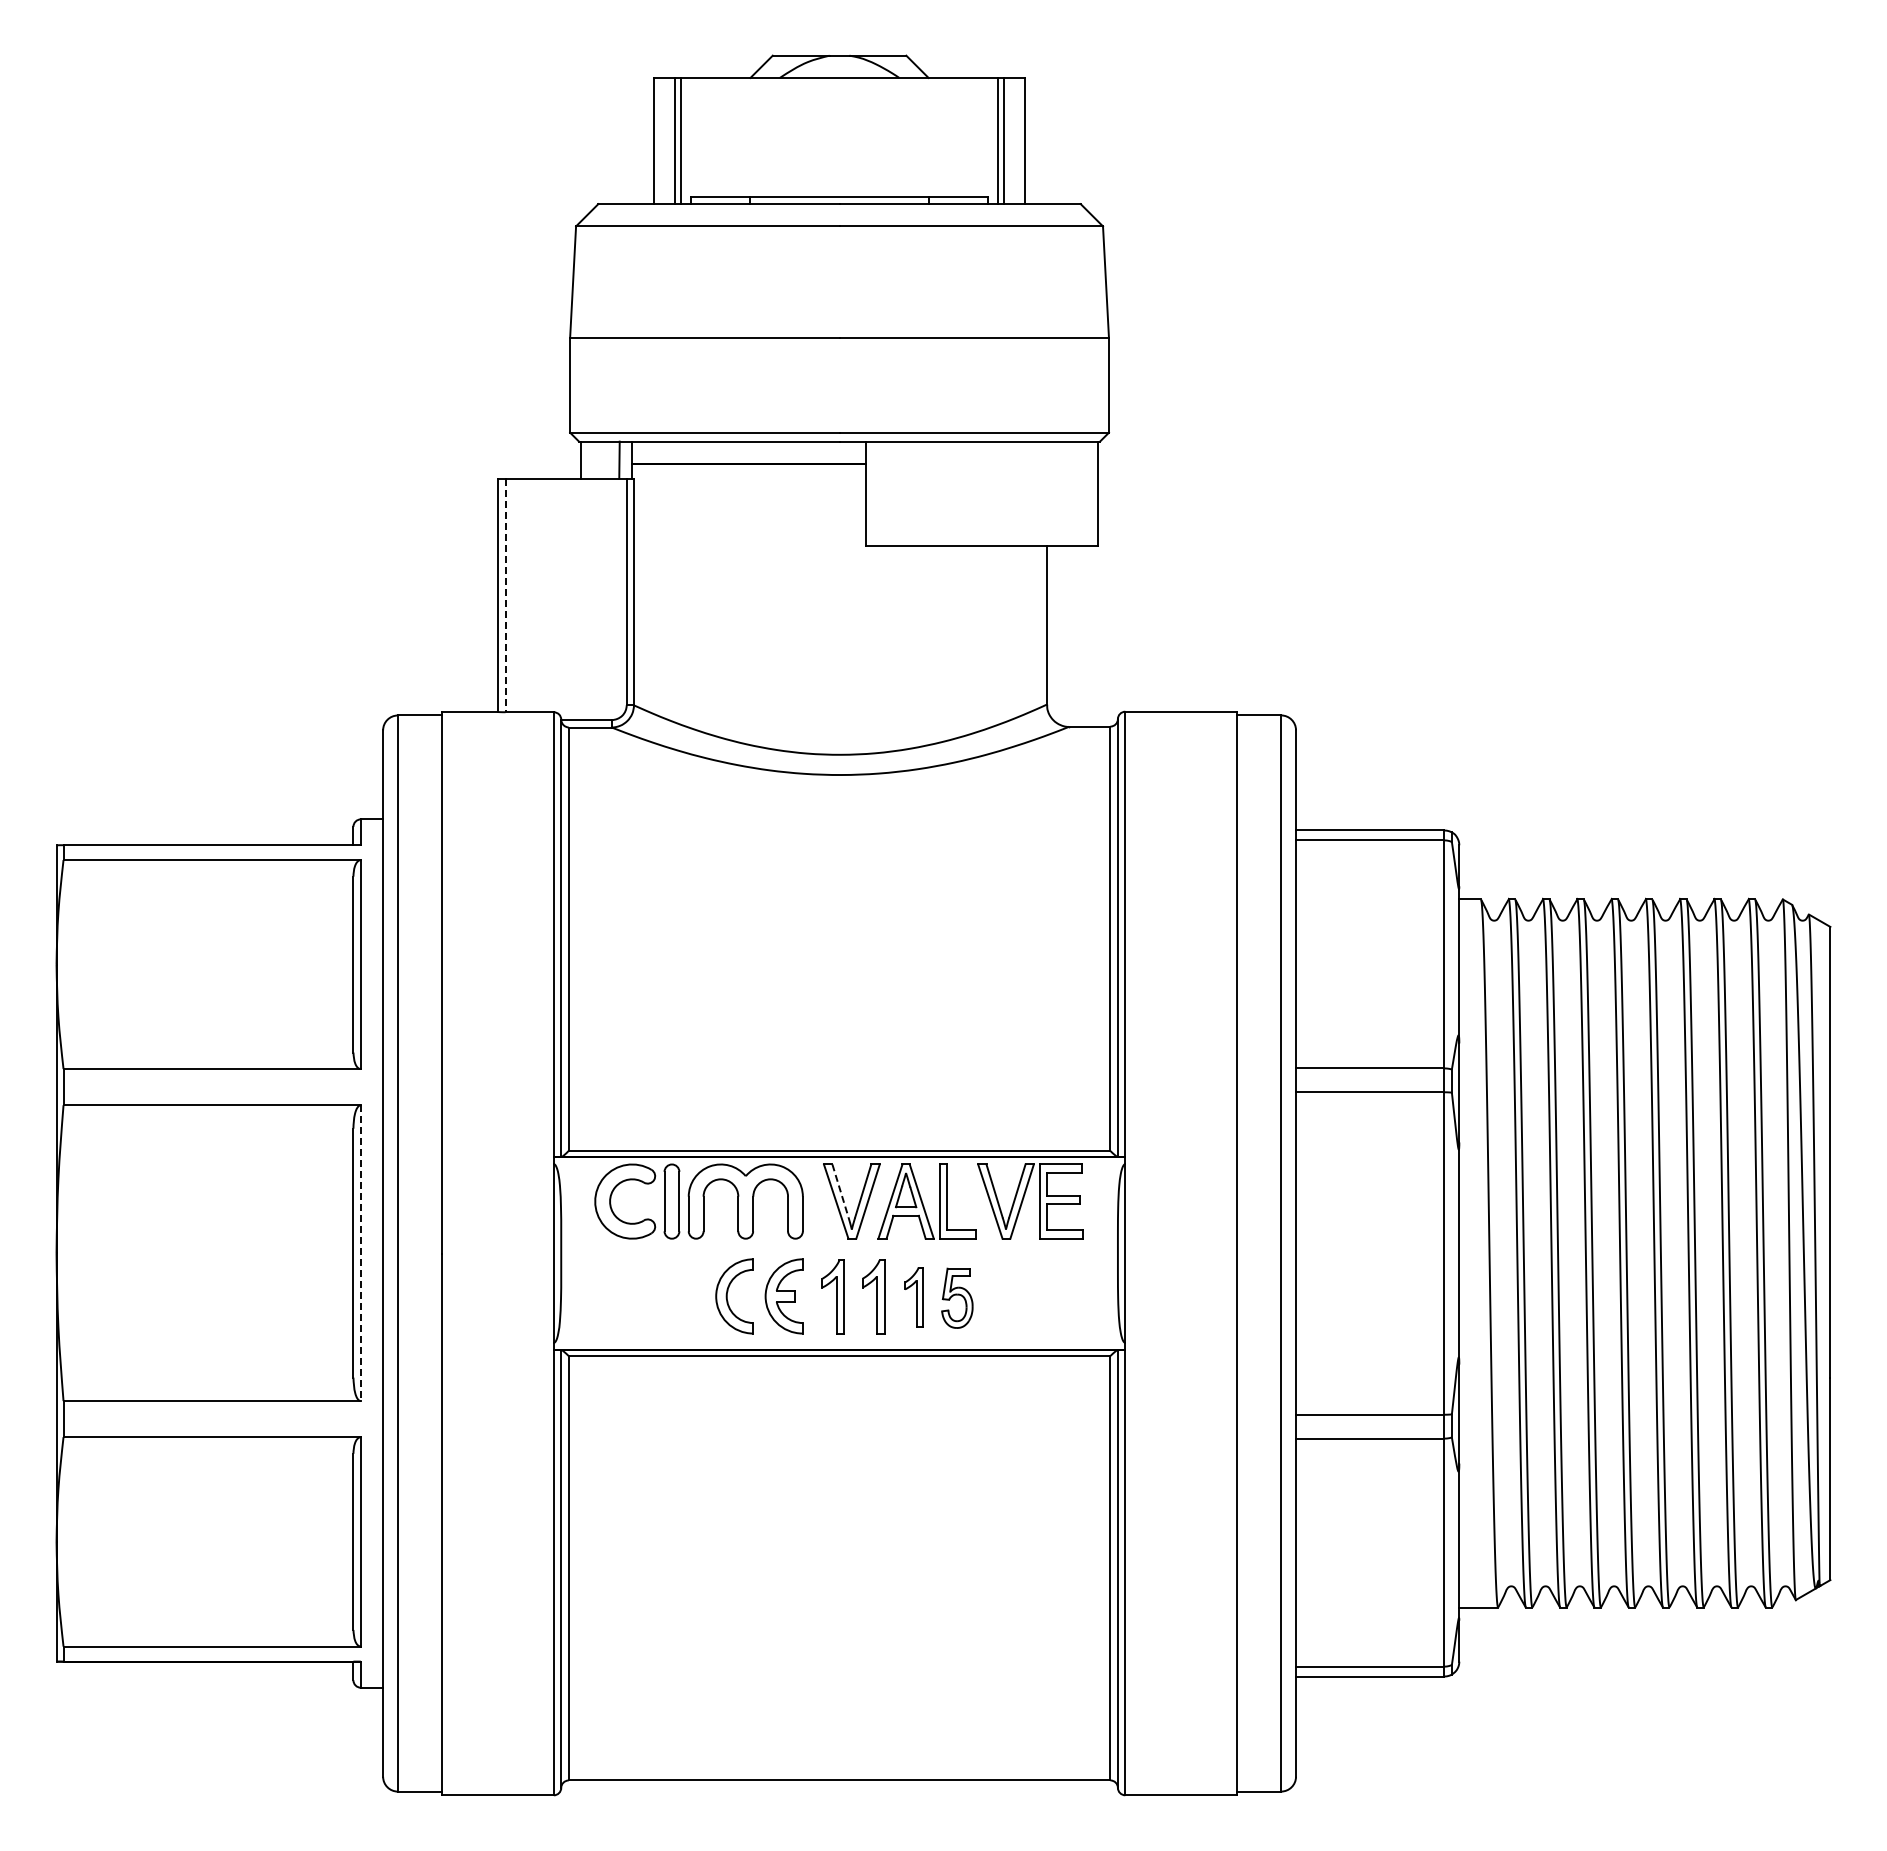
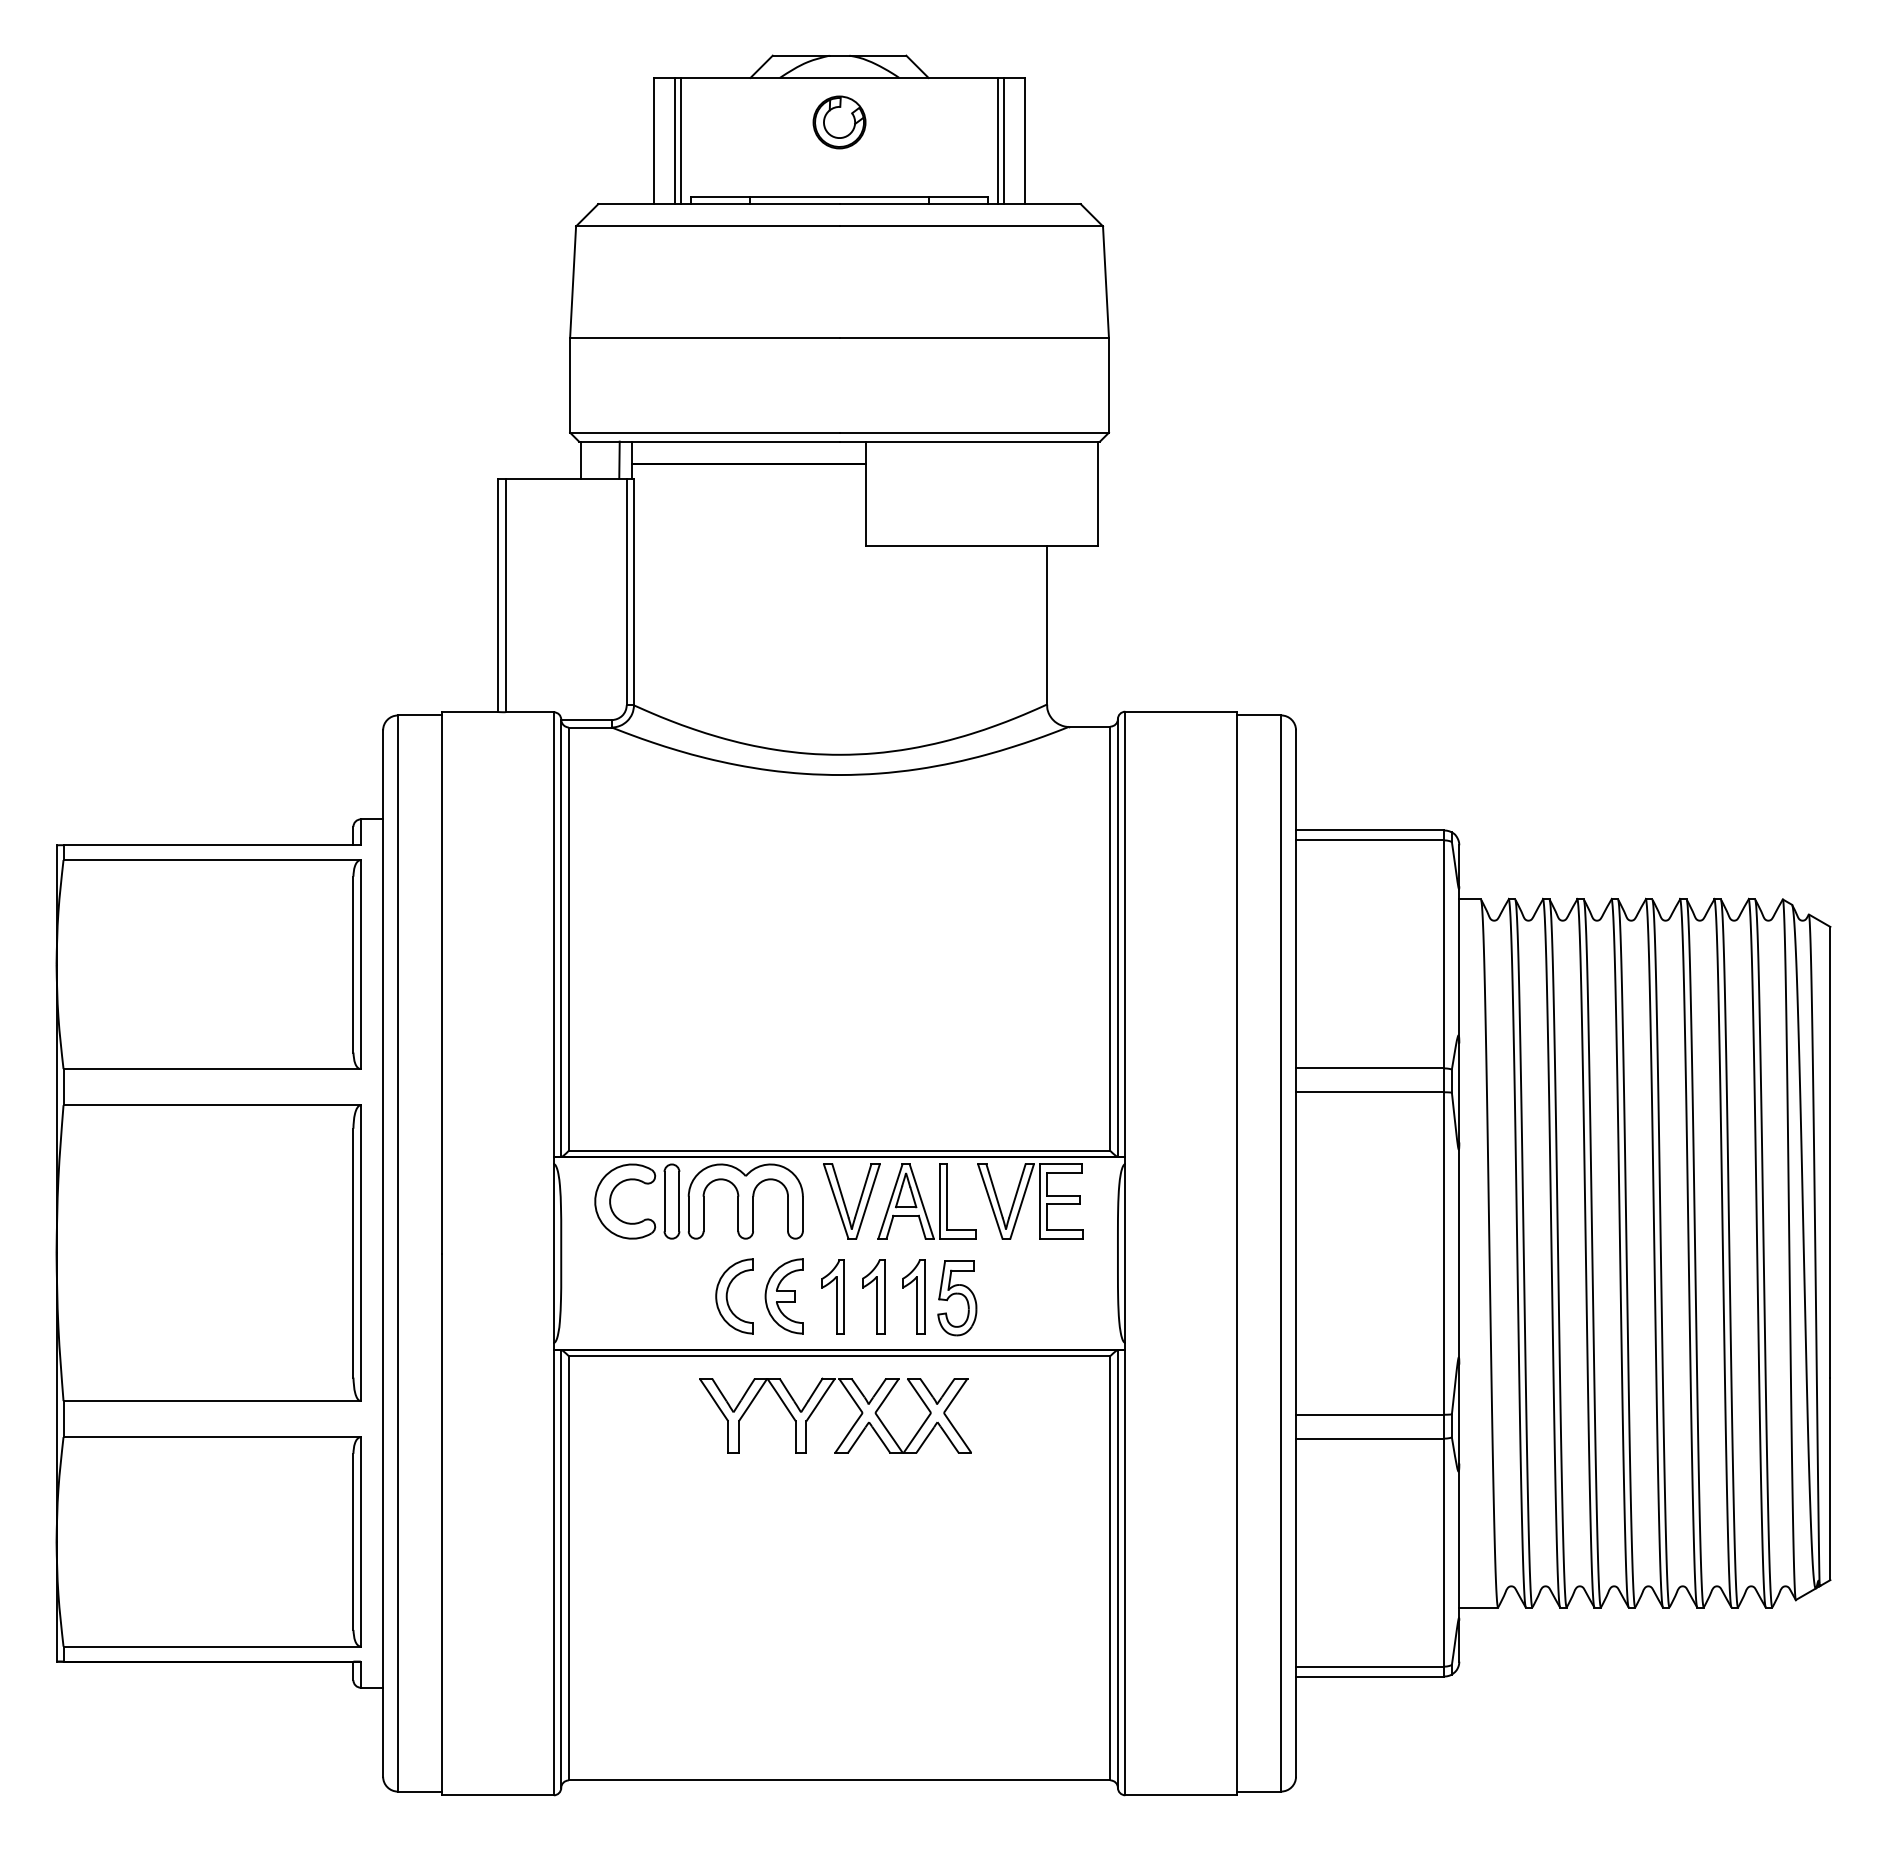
part at (839, 122): none -> present
line at (505, 595): dashed -> solid
line at (840, 1191): dashed -> solid
line at (360, 1253): dashed -> solid
part at (913, 1297) size: 20x61 px -> 24x76 px
part at (957, 1297) size: 33x62 px -> 41x77 px
part at (818, 1405): none -> present
